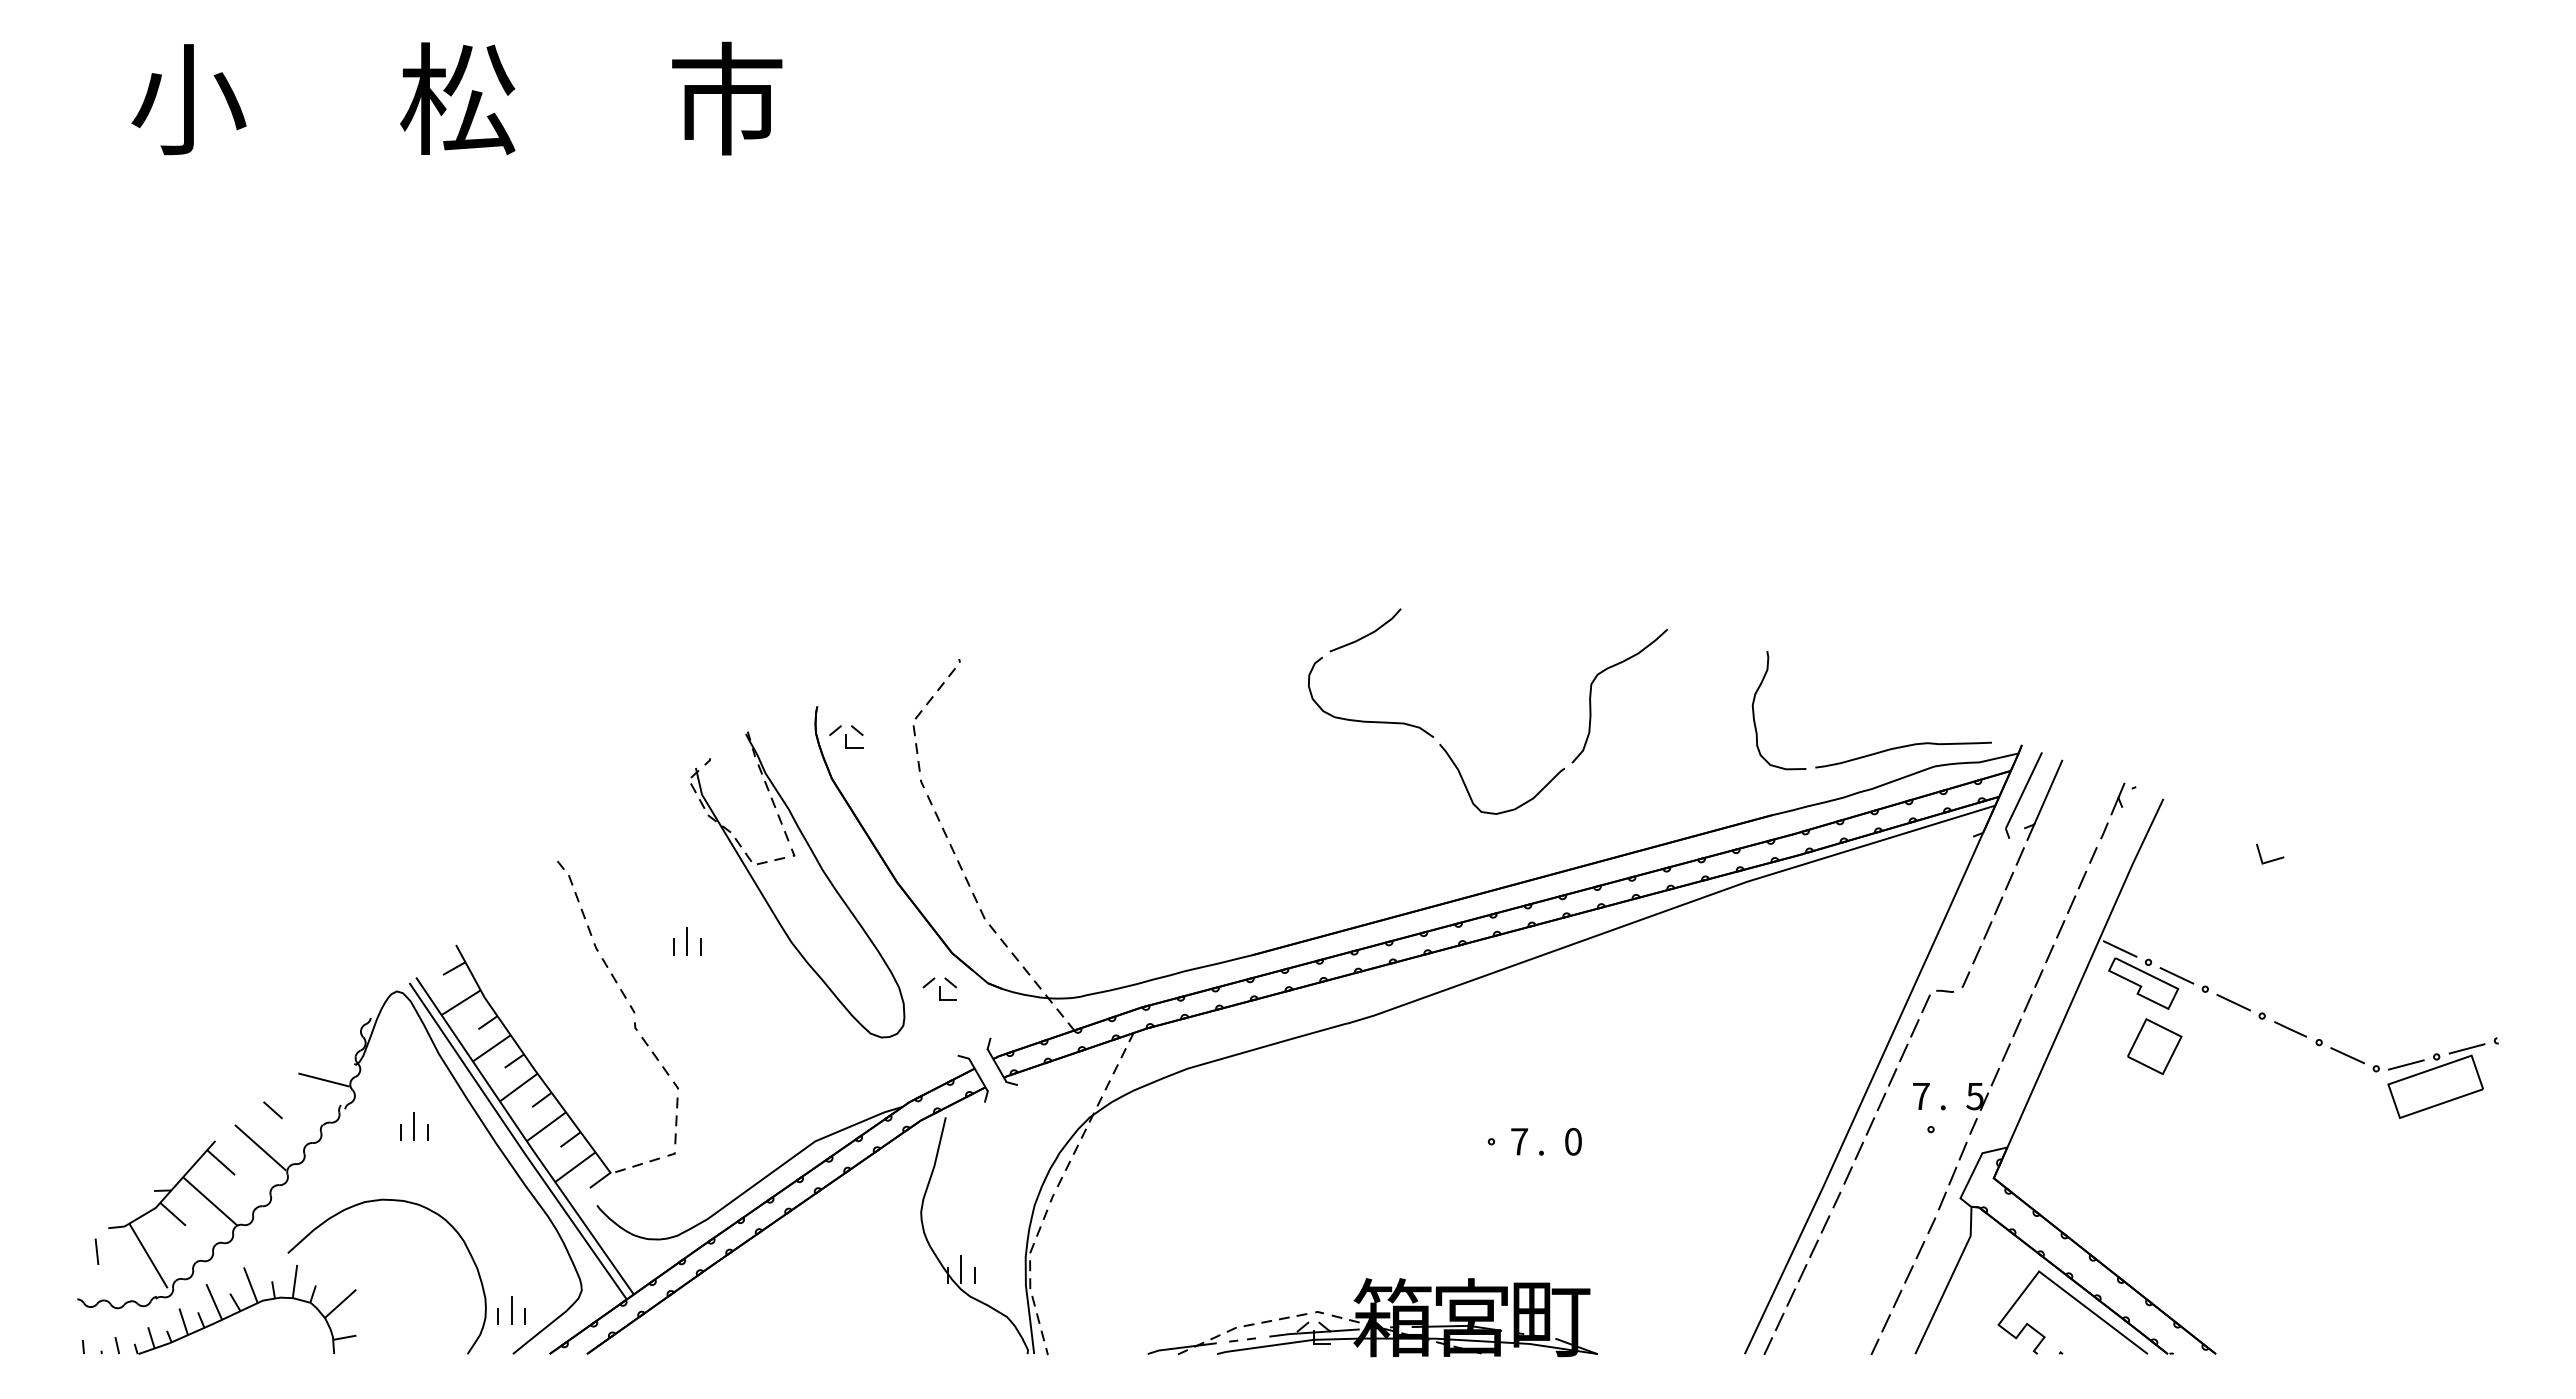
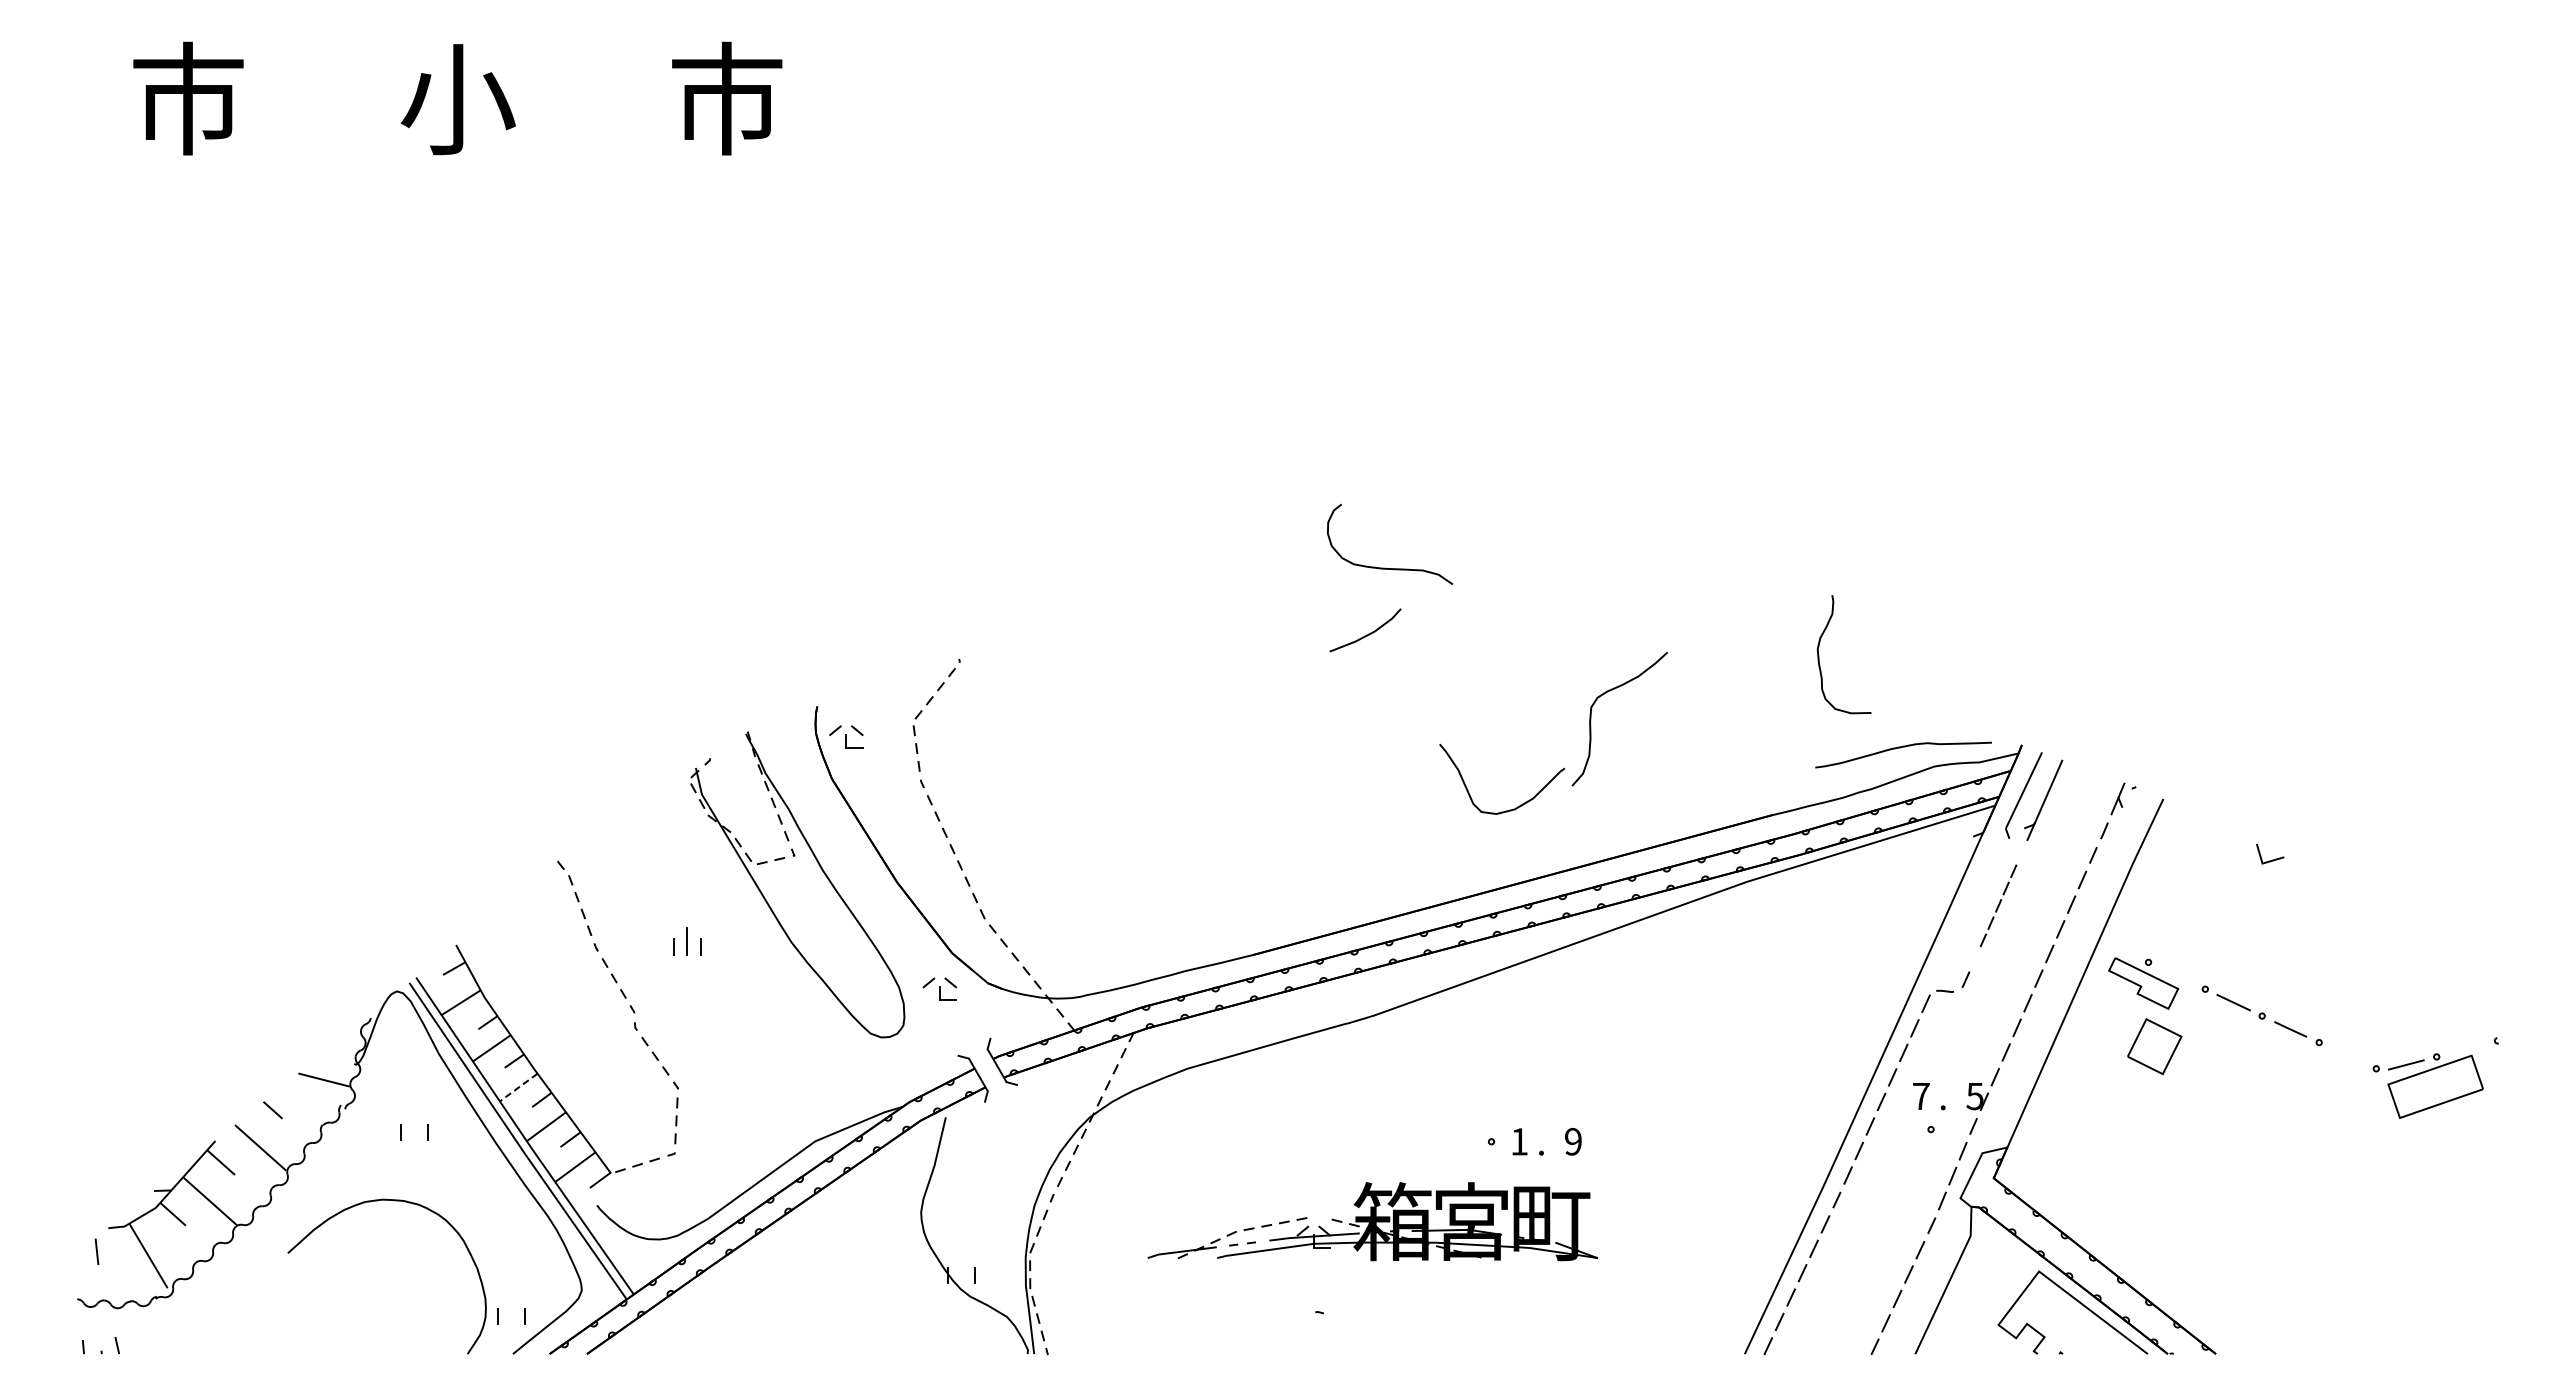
text at (188, 98): 小 -> 市
text at (457, 98): 松 -> 小
curve at (1591, 696) position: (1591, 696) -> (1591, 719)
curve at (1754, 710) position: (1754, 710) -> (1819, 654)
curve at (1366, 720) position: (1366, 720) -> (1385, 567)
part at (1998, 905) size: 53x118 px -> 39x84 px
line at (2119, 948): present -> none
line at (2176, 975): present -> none
line at (2466, 1048): present -> none
line at (2347, 1055): present -> none
line at (518, 1087): solid -> dashed
line at (414, 1125): present -> none
text at (1519, 1141): 7 -> 1
text at (1573, 1141): 0 -> 9
line at (961, 1269): present -> none
part at (244, 1309): present -> none
line at (511, 1310): present -> none
part at (1372, 1317) position: (1372, 1317) -> (1372, 1221)
